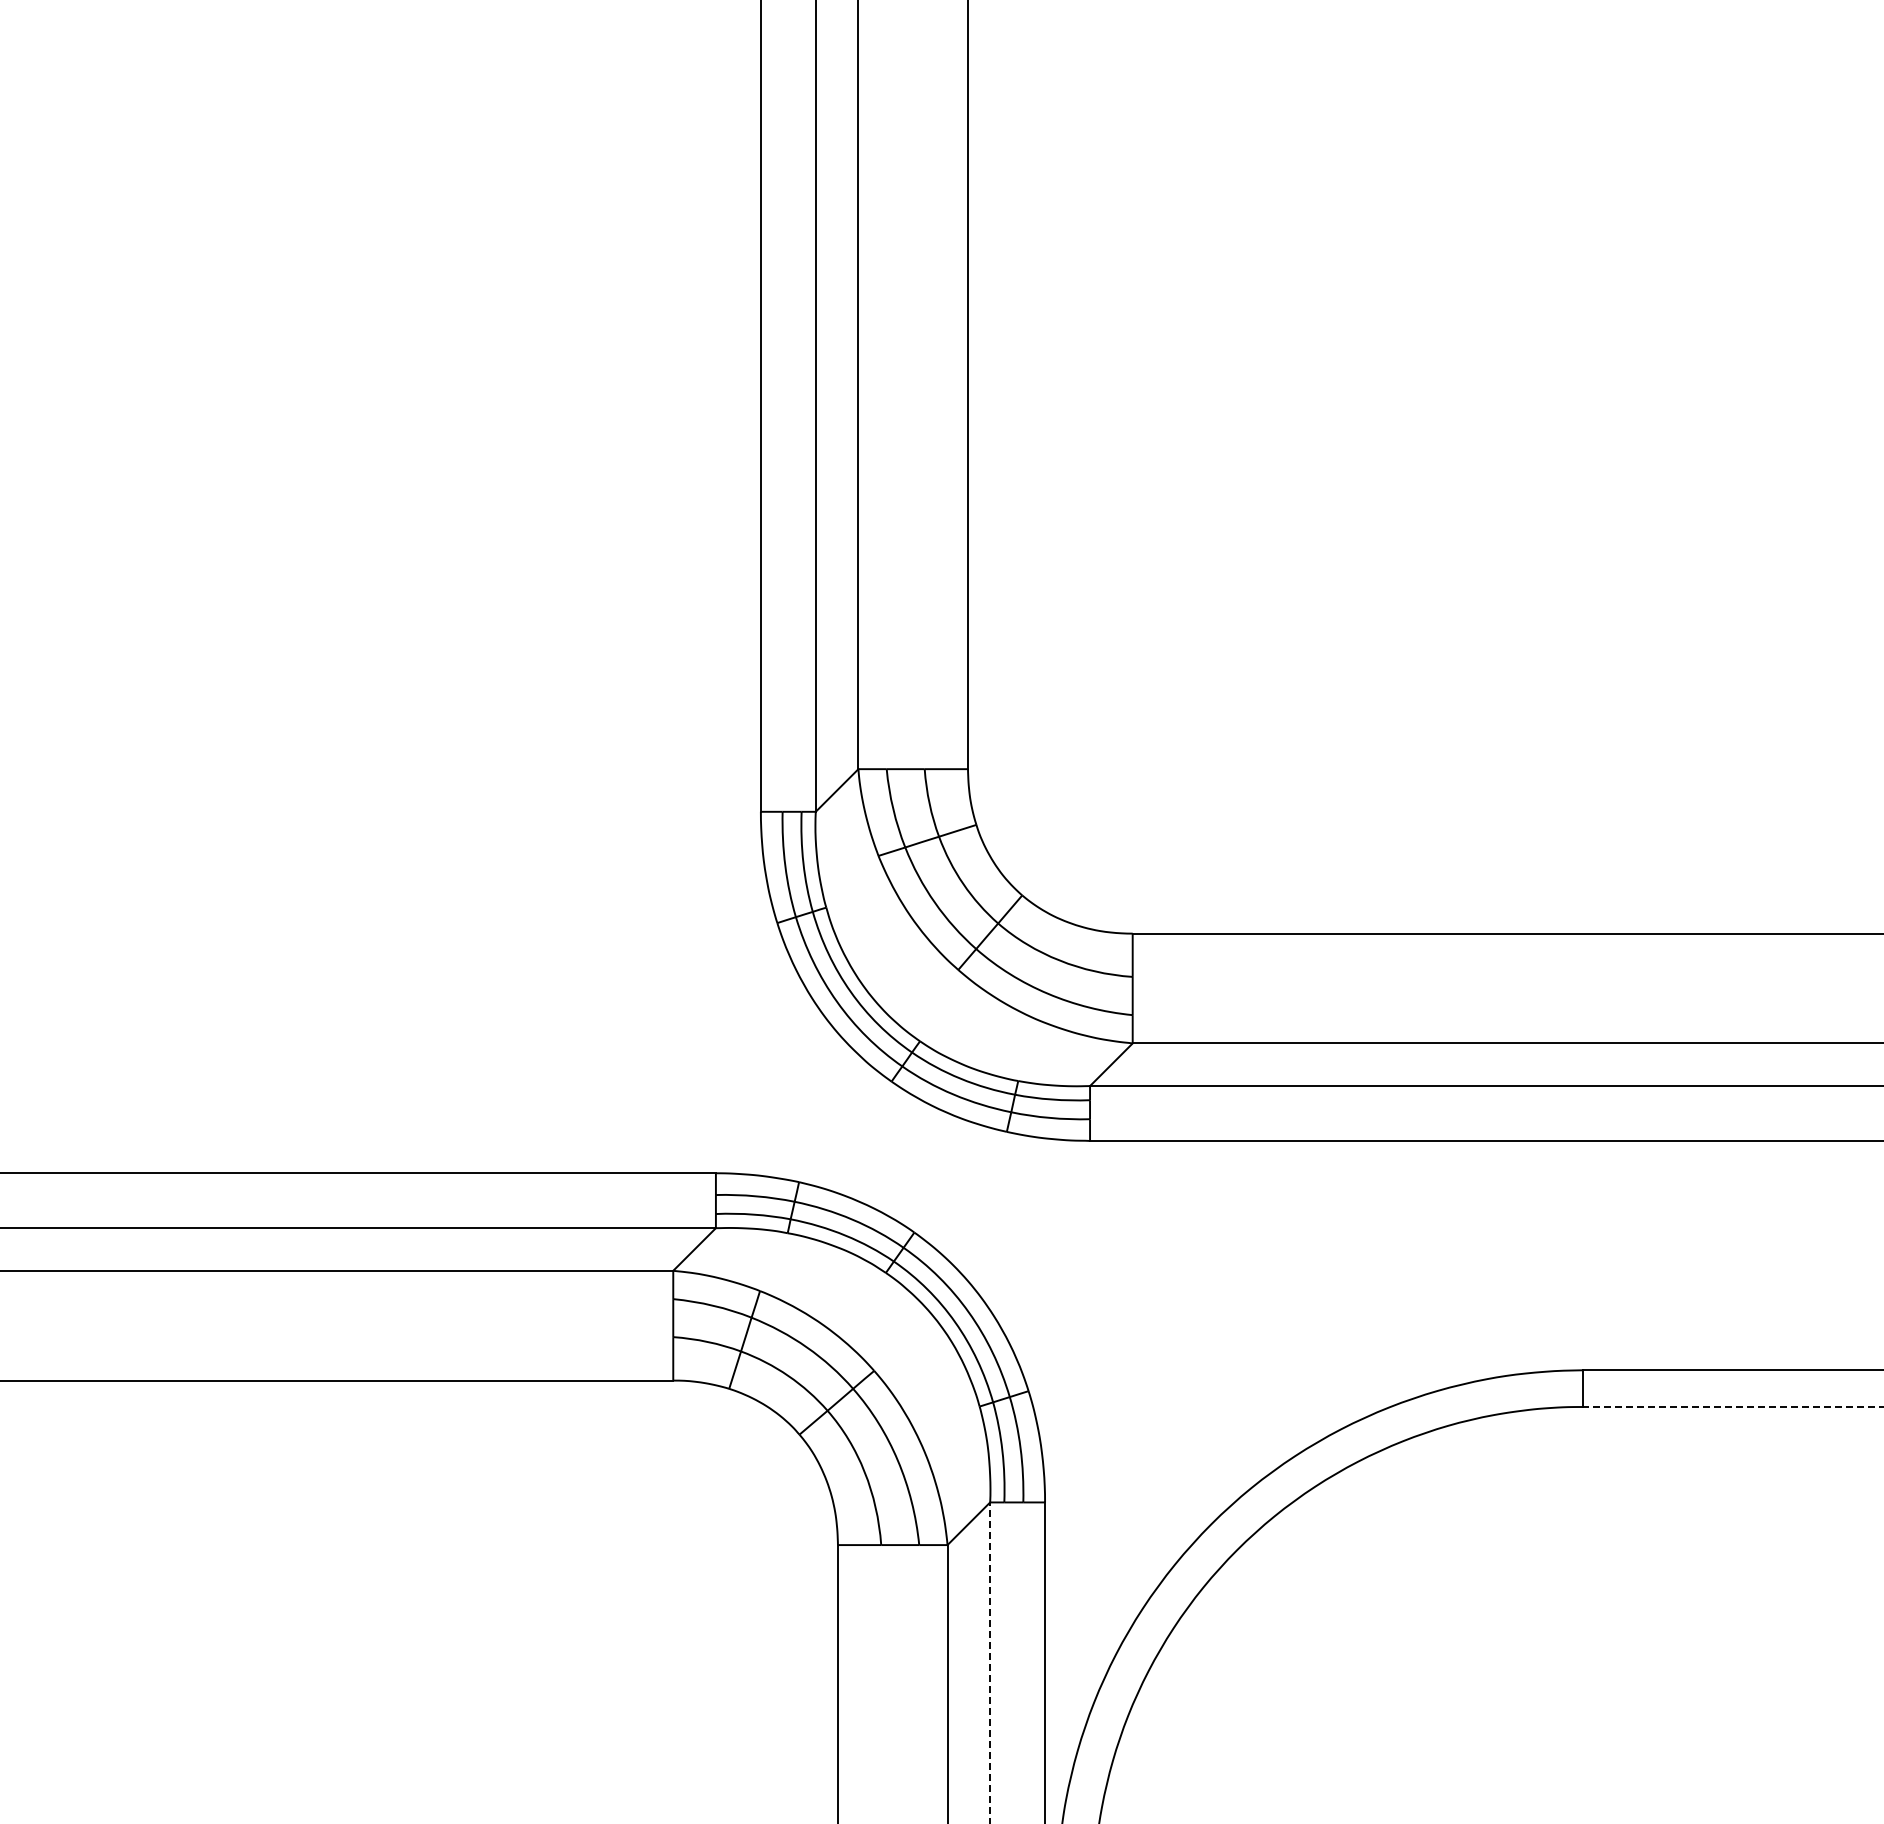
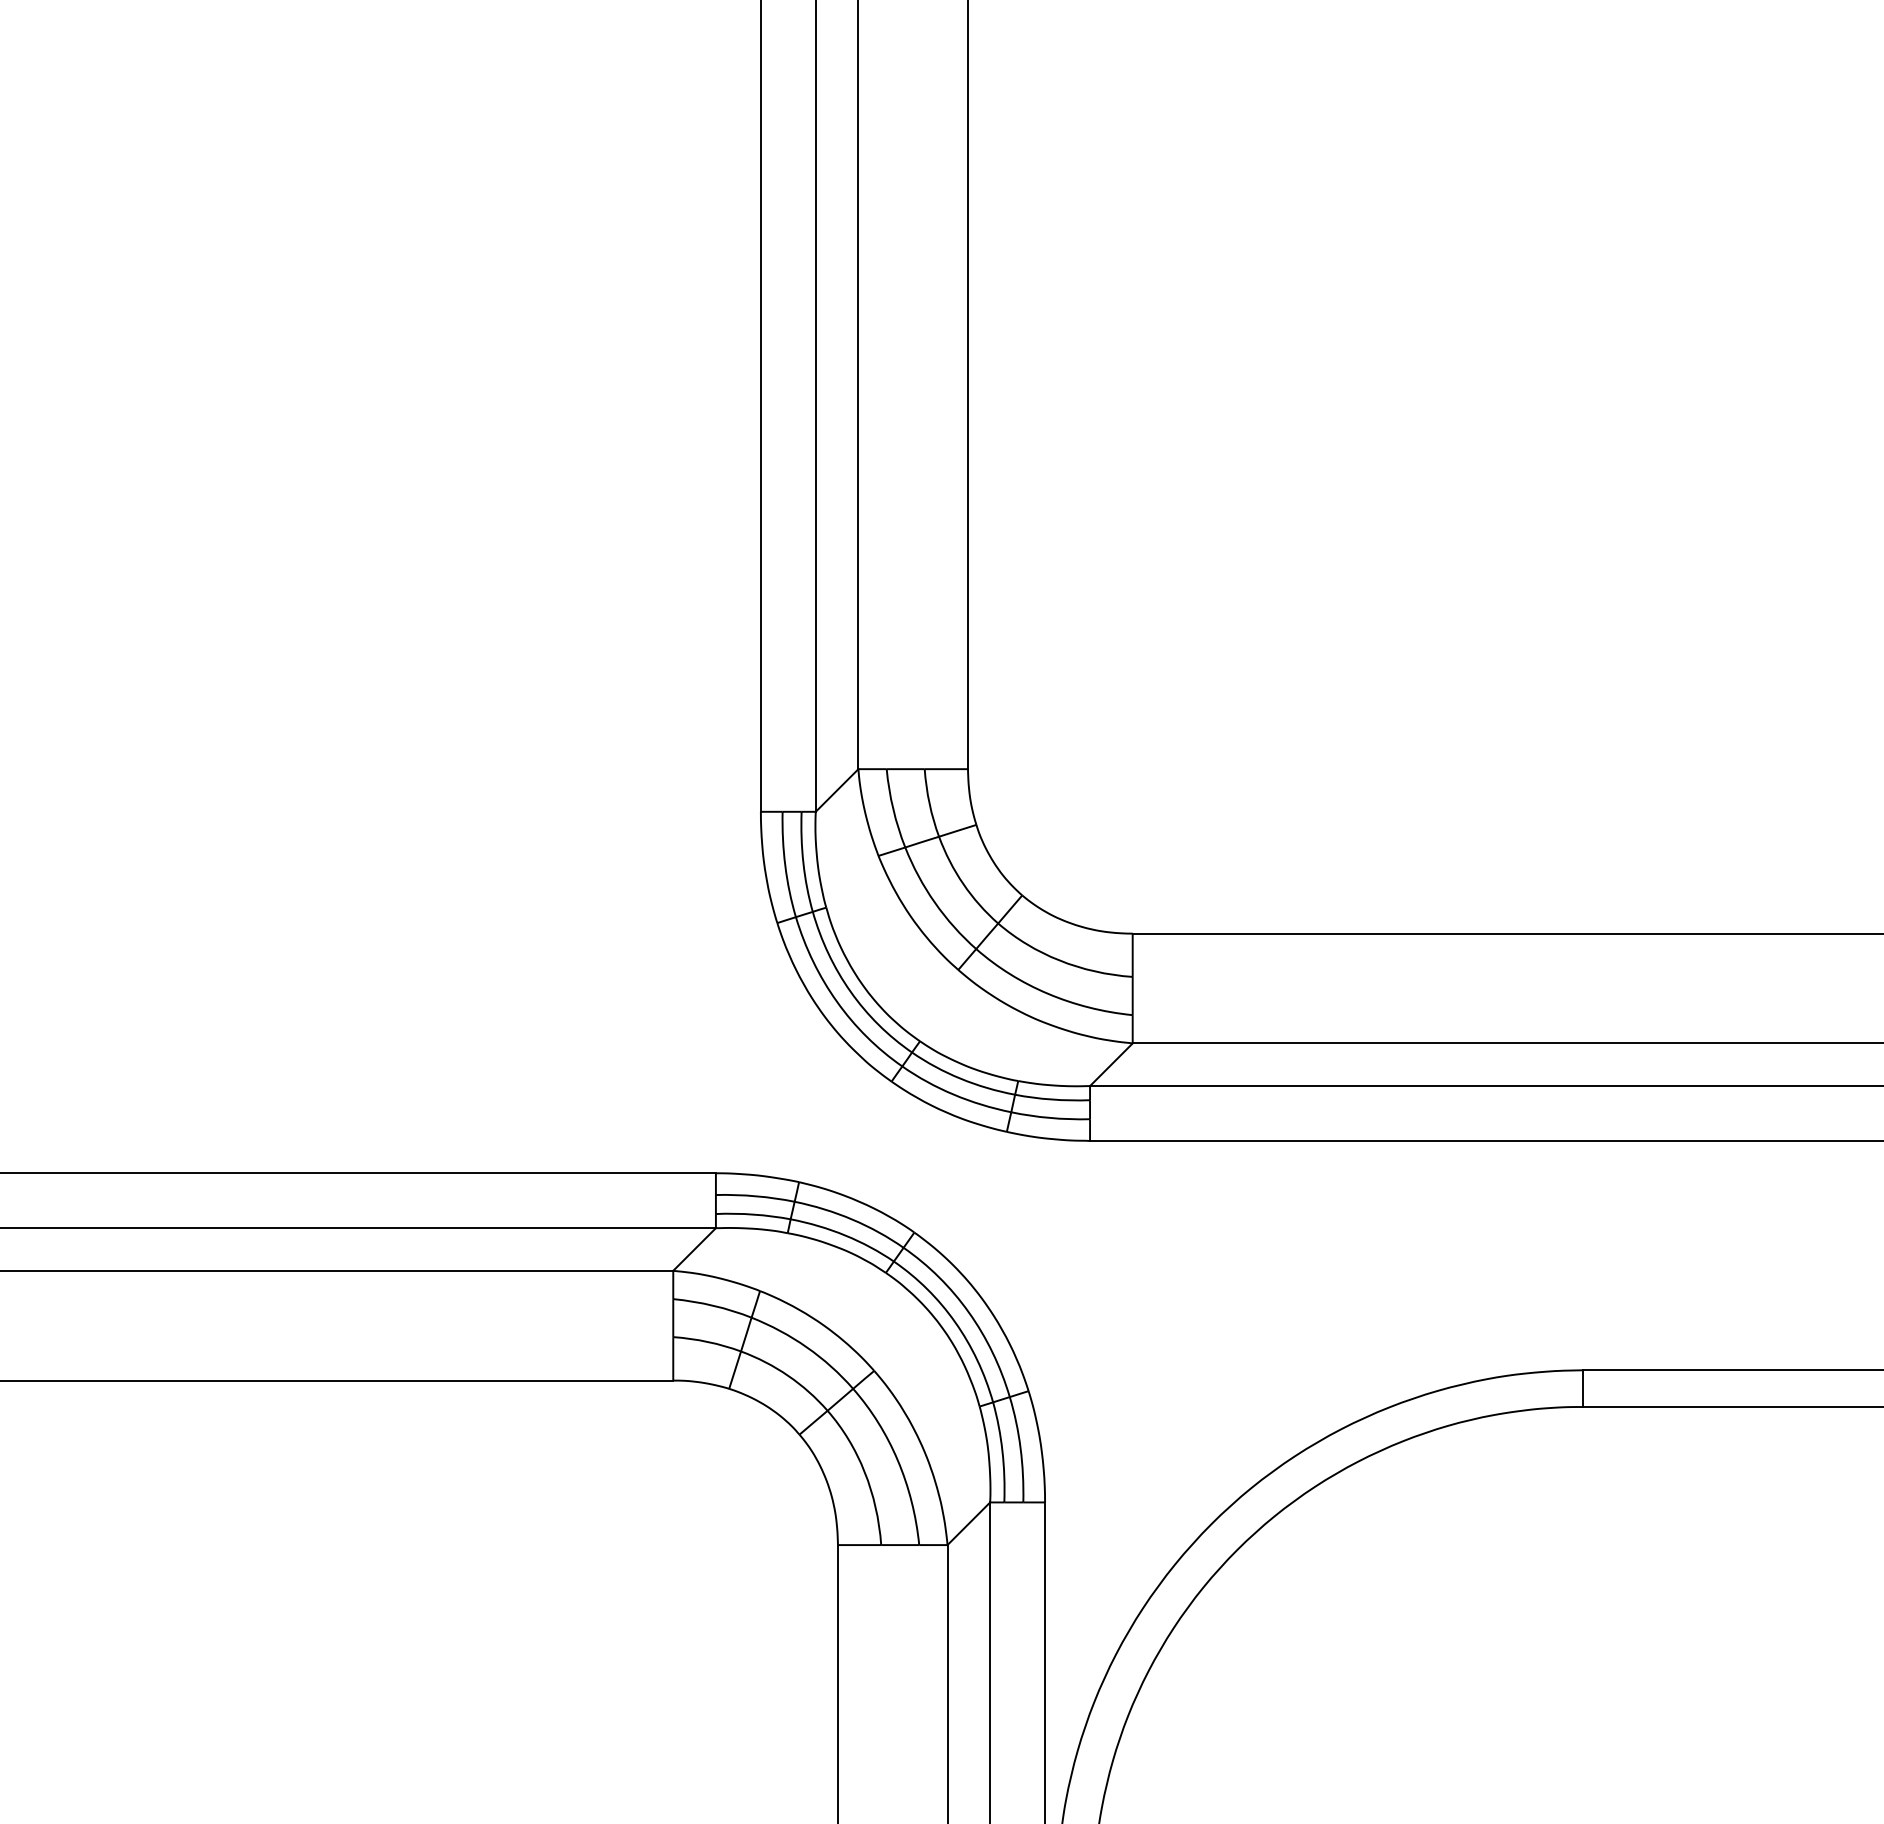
line at (1733, 1407): dashed -> solid
line at (990, 1662): dashed -> solid
